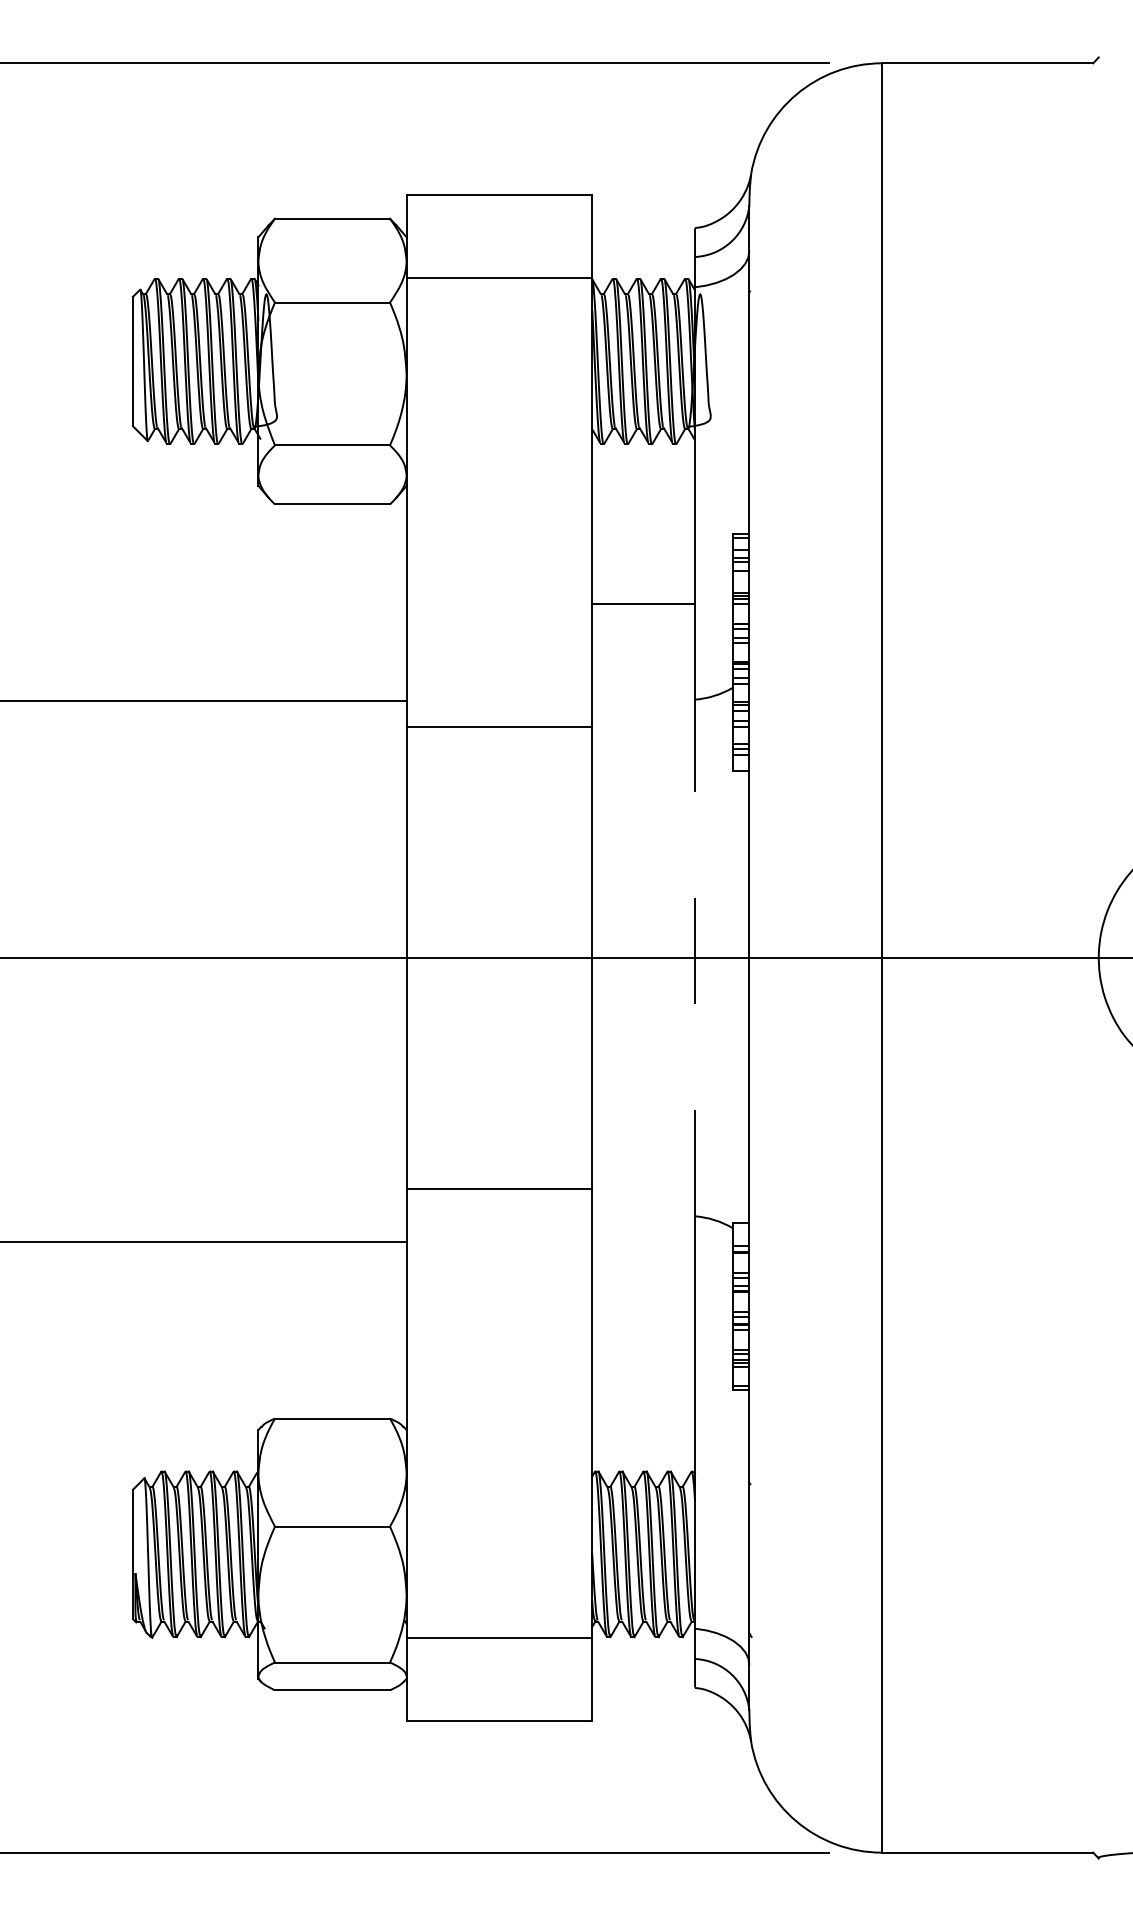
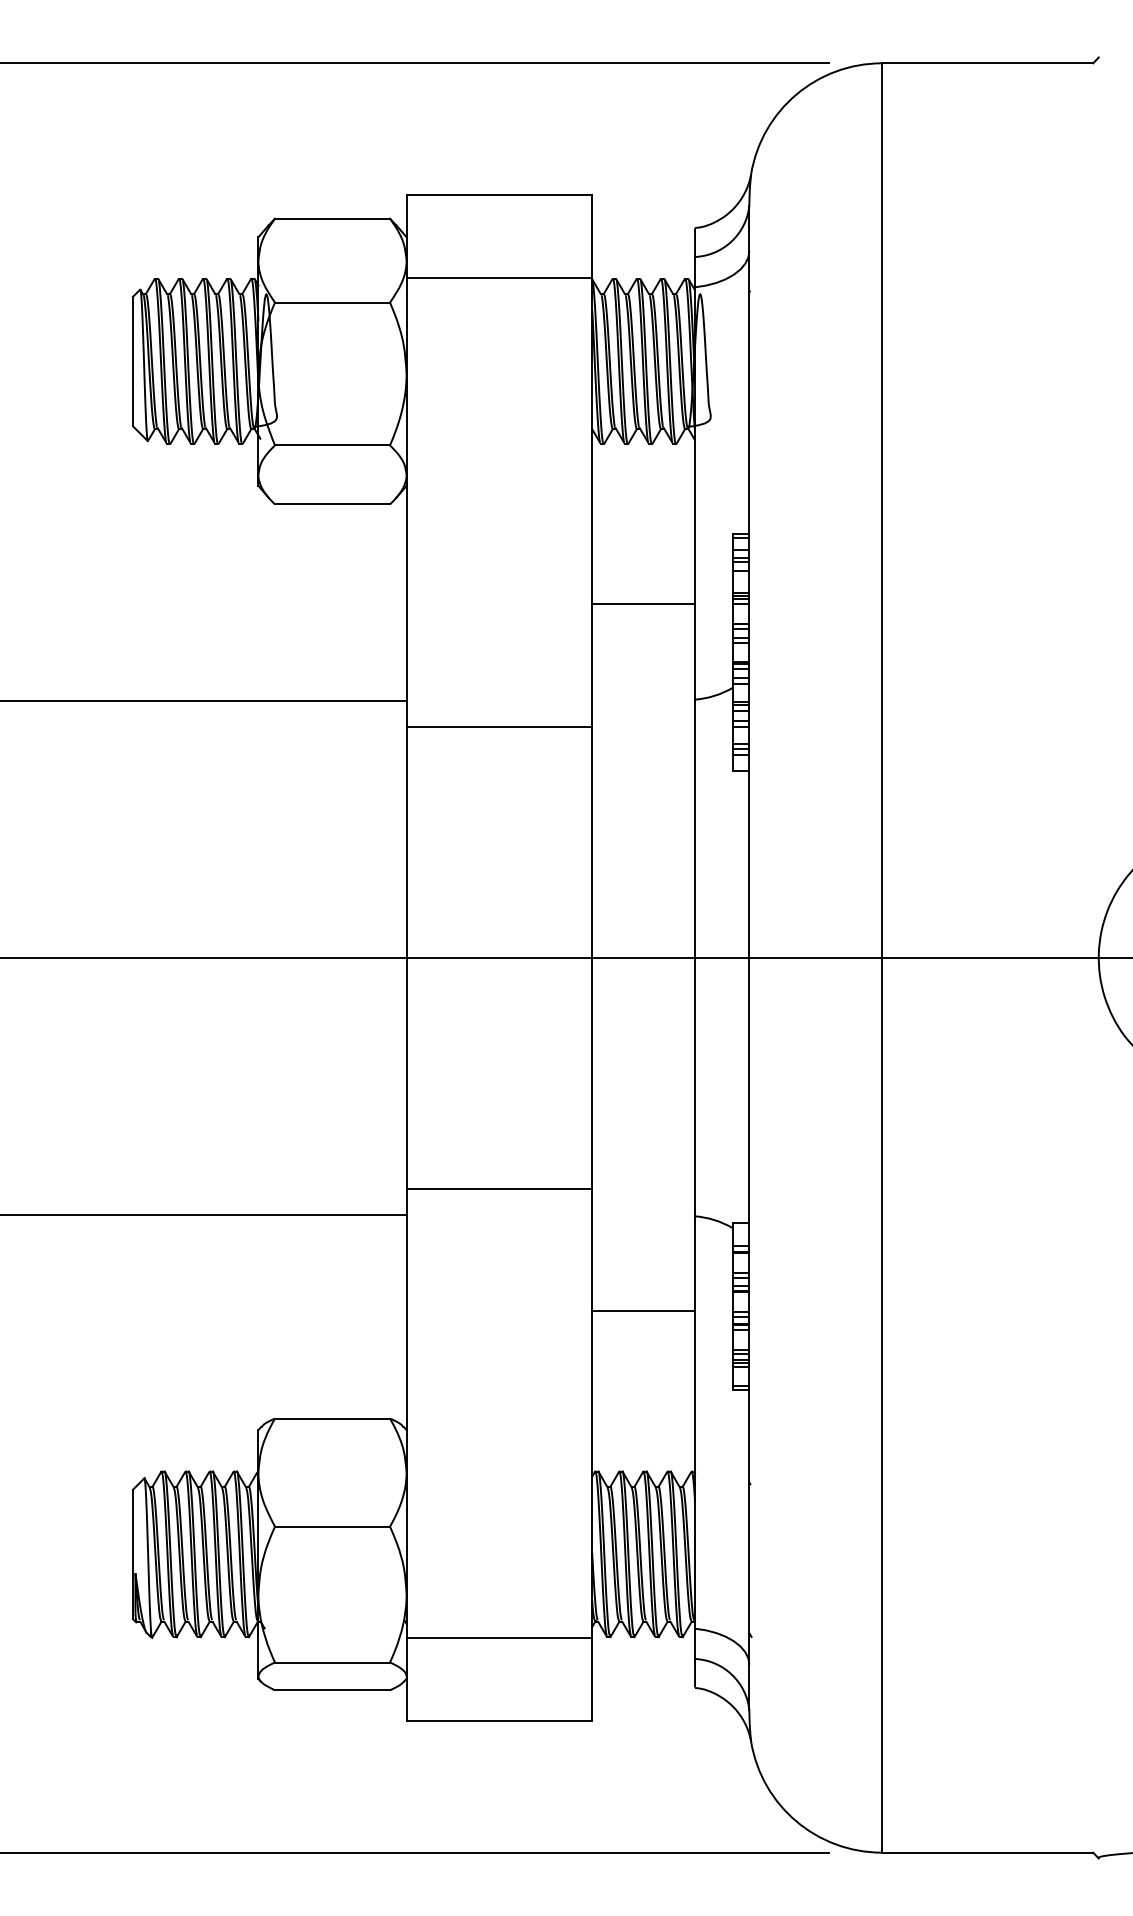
line at (695, 957): dashed -> solid
line at (204, 1241) position: (204, 1241) -> (204, 1214)
line at (643, 1311): none -> present
